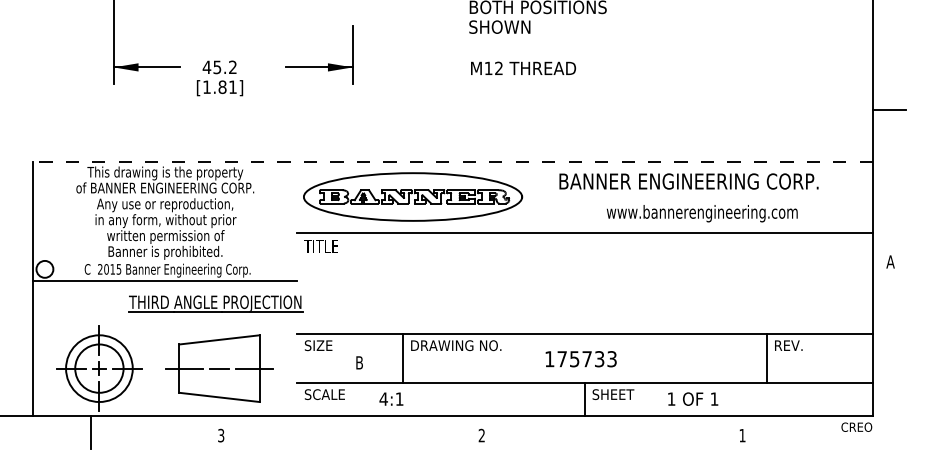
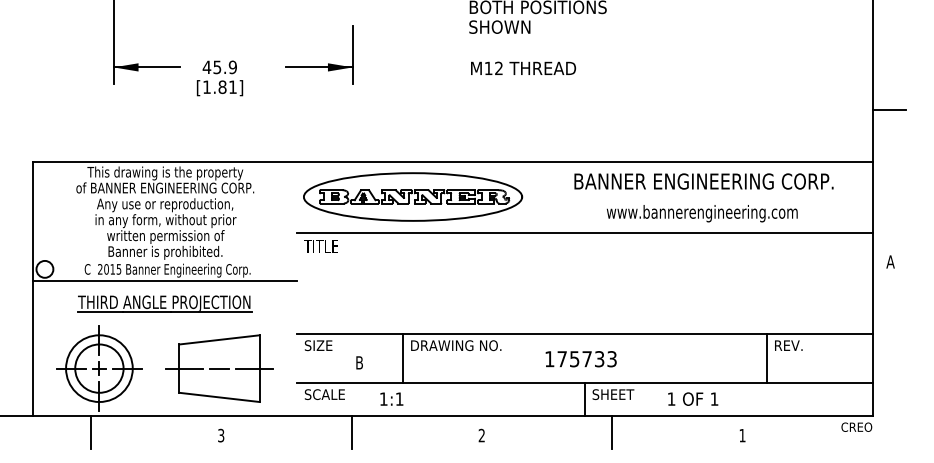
text at (232, 67): 45.2 -> 45.9
line at (452, 161): dashed -> solid
text at (688, 181) position: (688, 181) -> (703, 181)
part at (215, 303) position: (215, 303) -> (164, 303)
text at (383, 398): 4:1 -> 1:1
line at (351, 431): none -> present
line at (612, 431): none -> present
